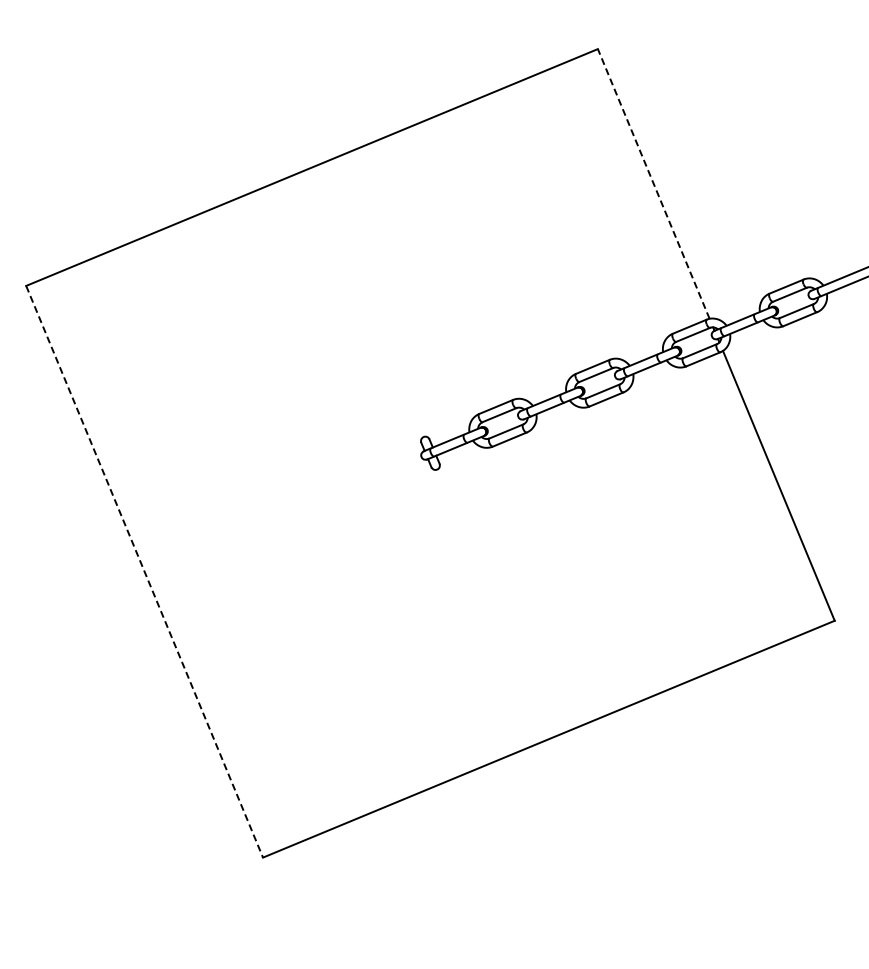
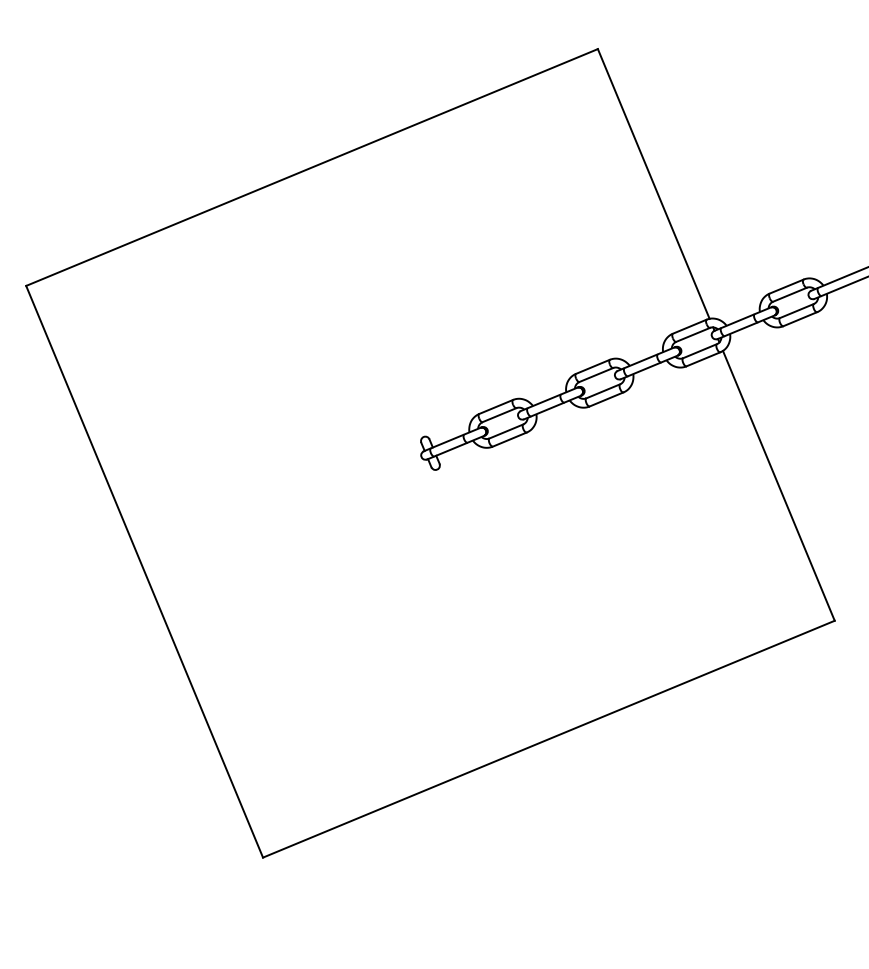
line at (653, 183): dashed -> solid
line at (144, 572): dashed -> solid
